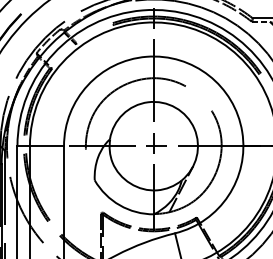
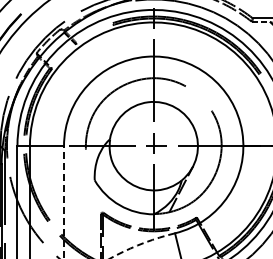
line at (64, 201): solid -> dashed
arc at (141, 244): solid -> dashed
